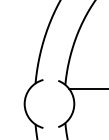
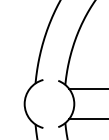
line at (87, 118): none -> present
